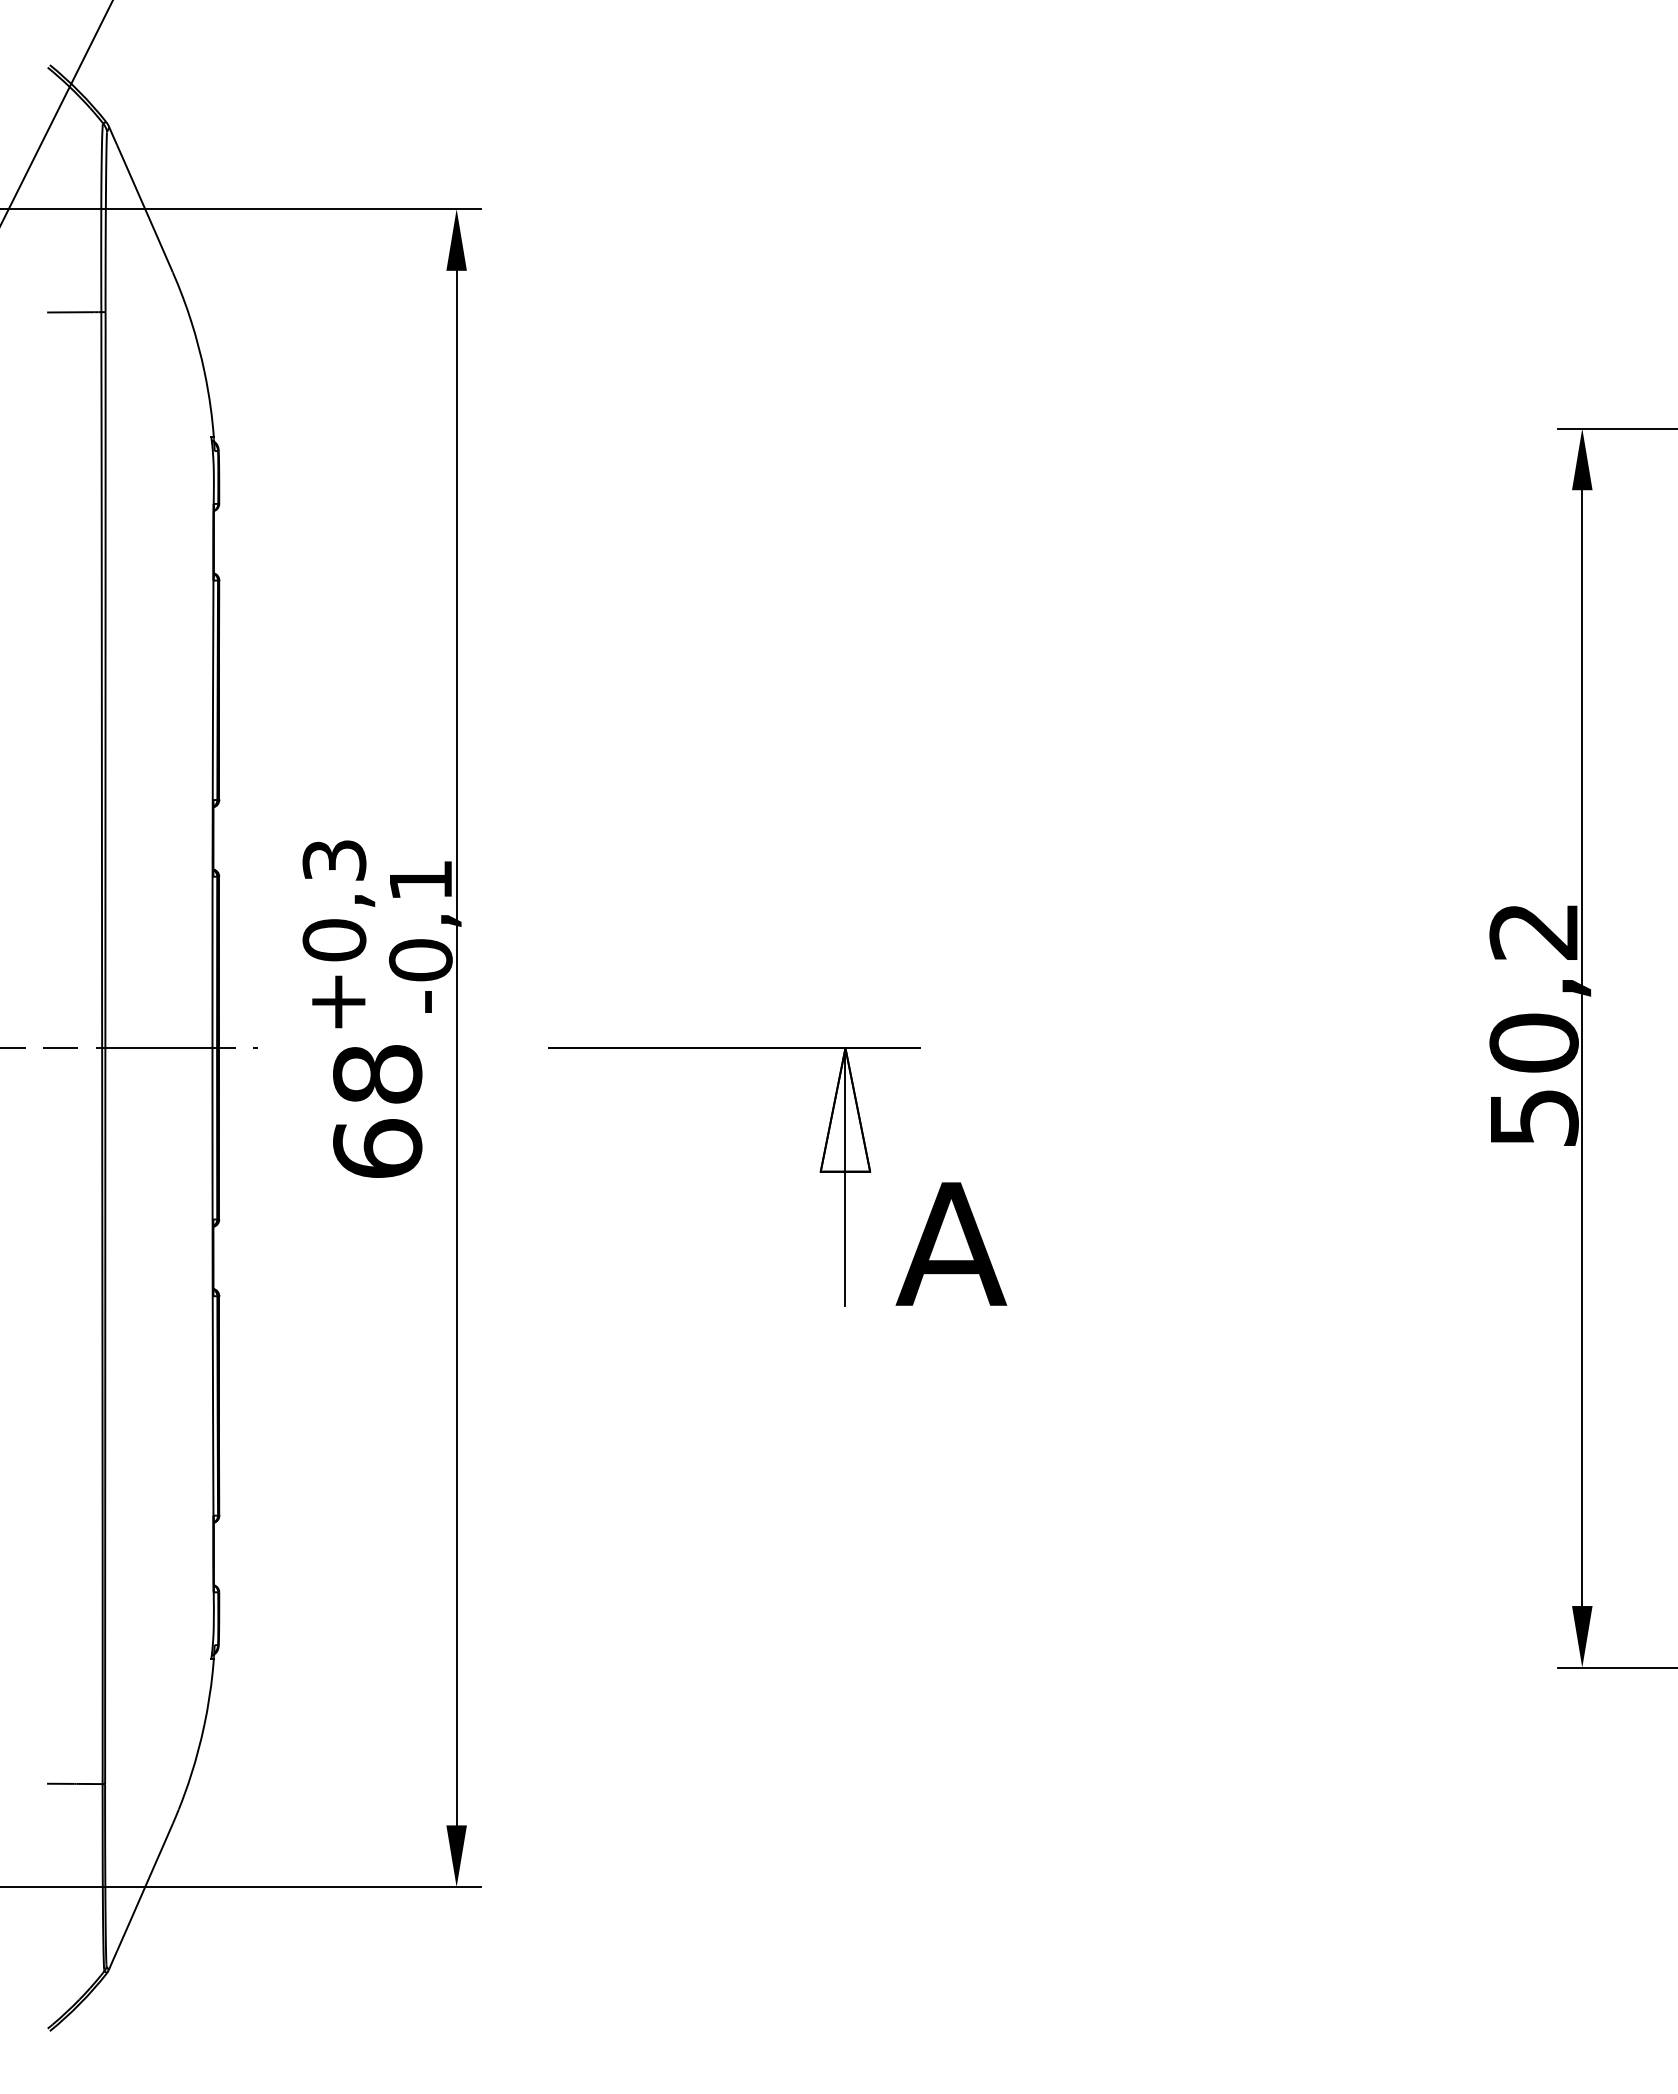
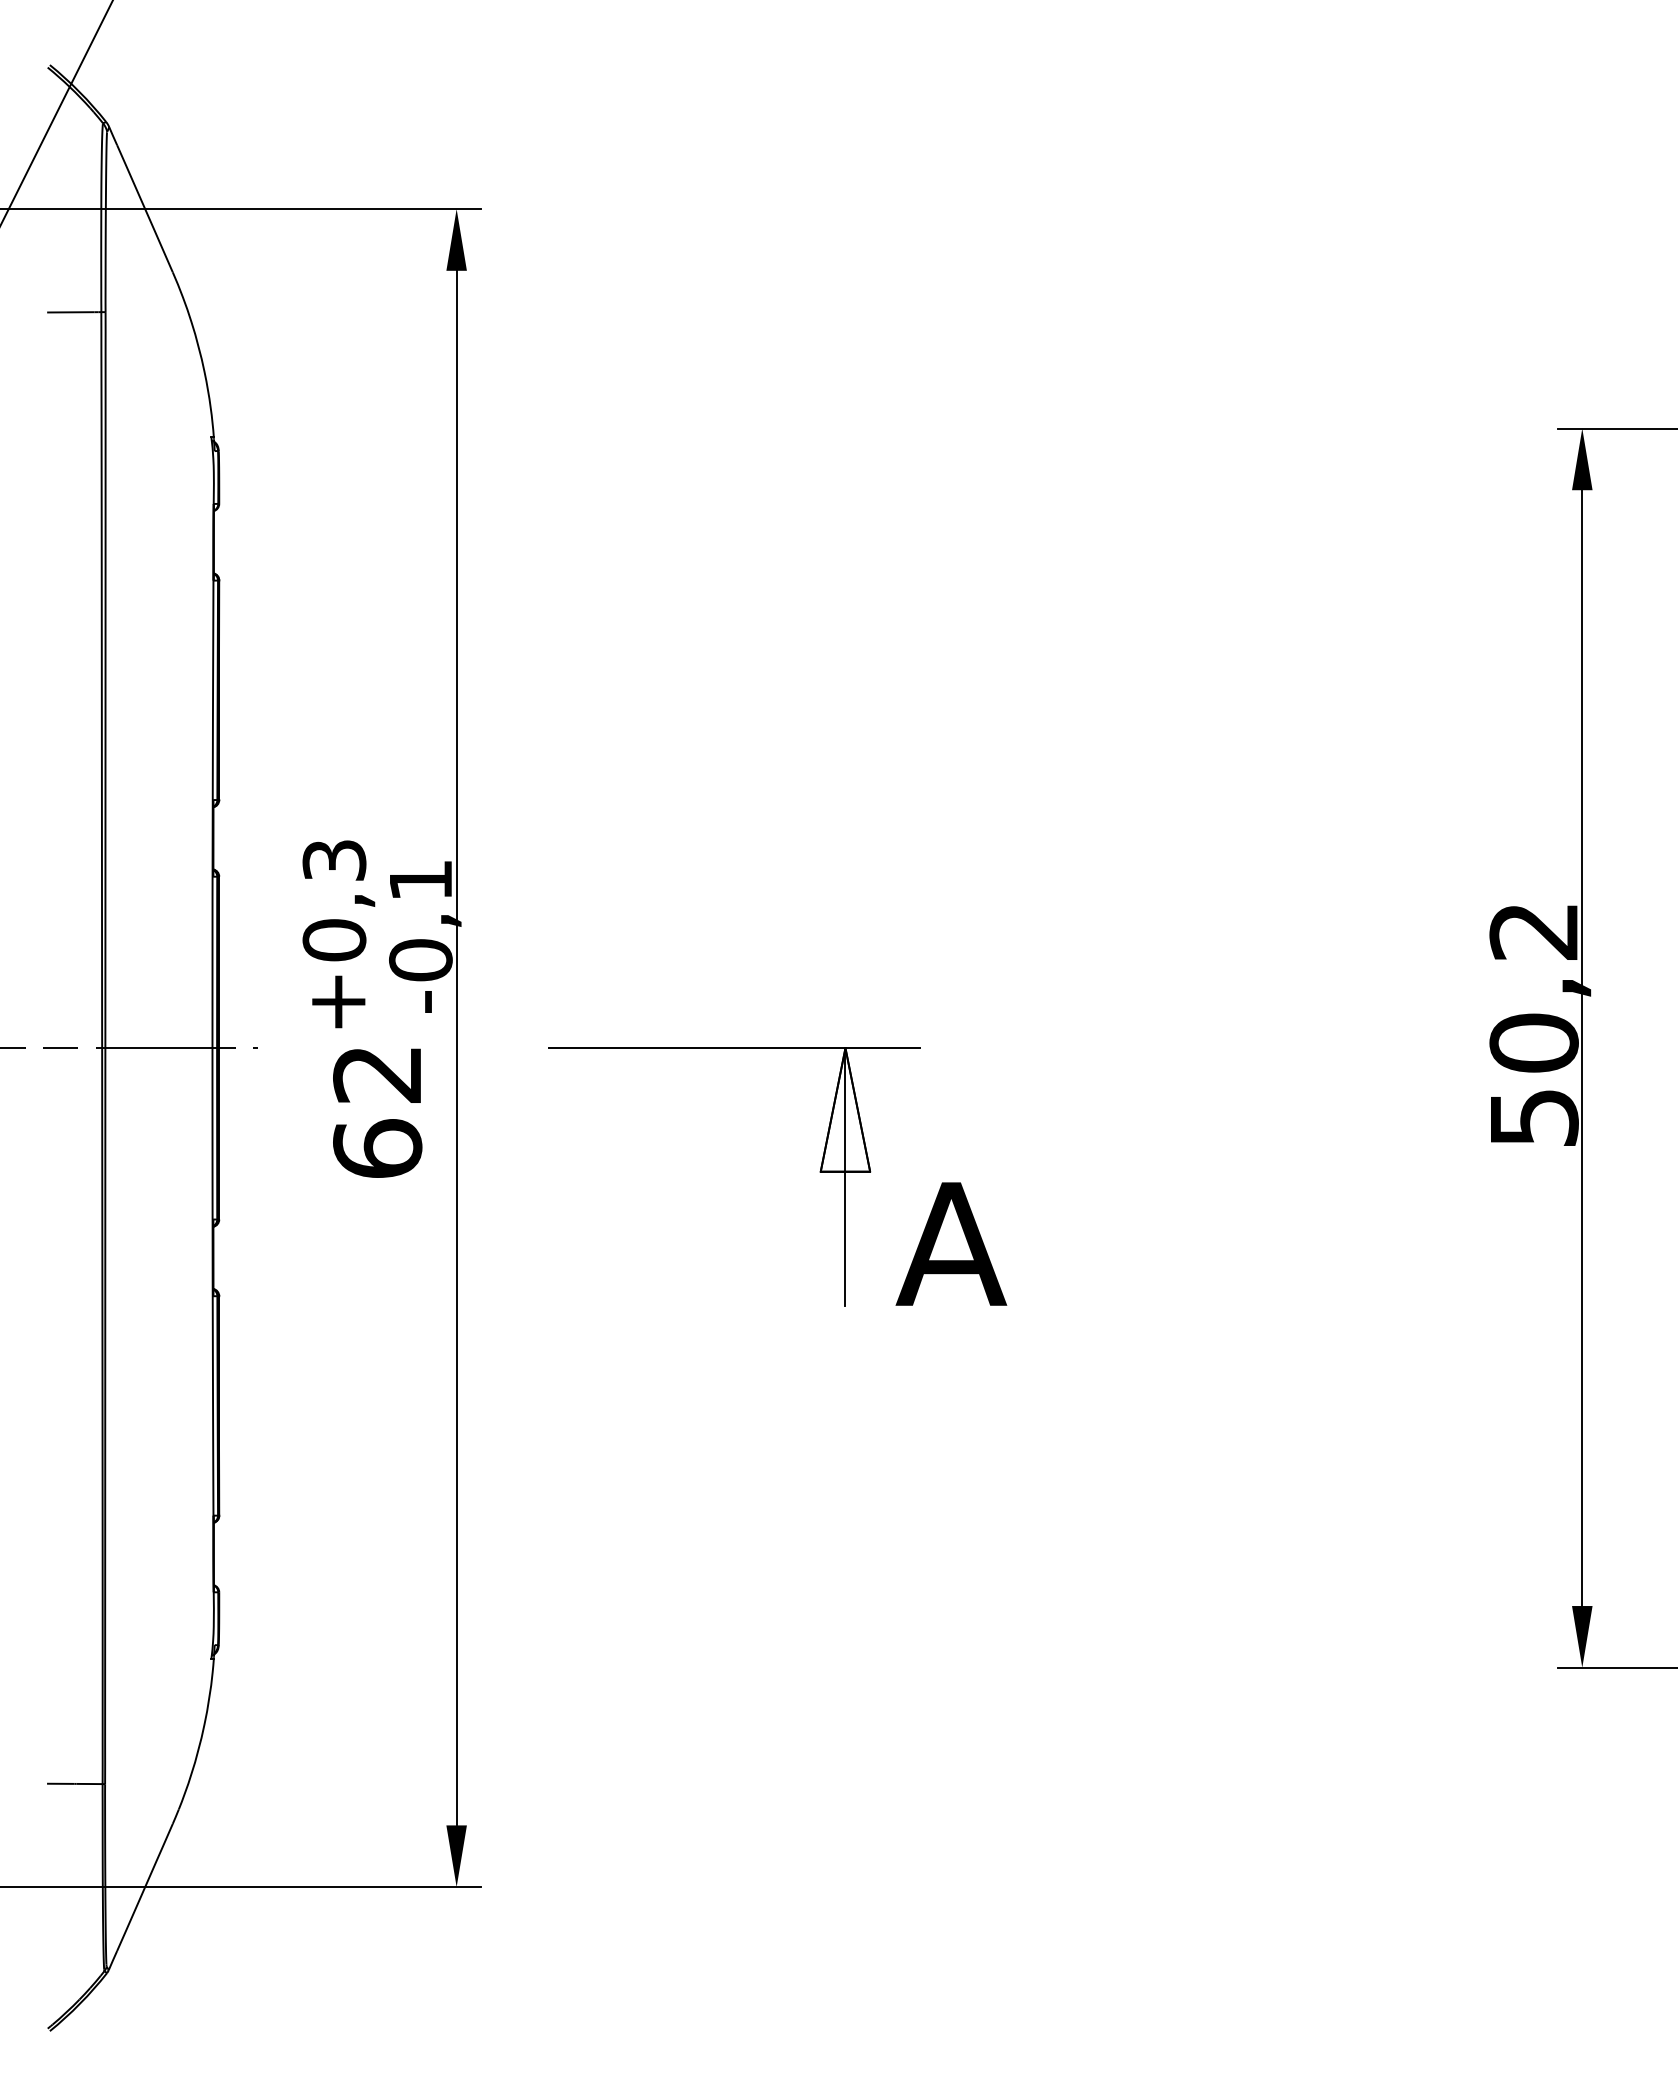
text at (377, 1074): 68 -> 62
